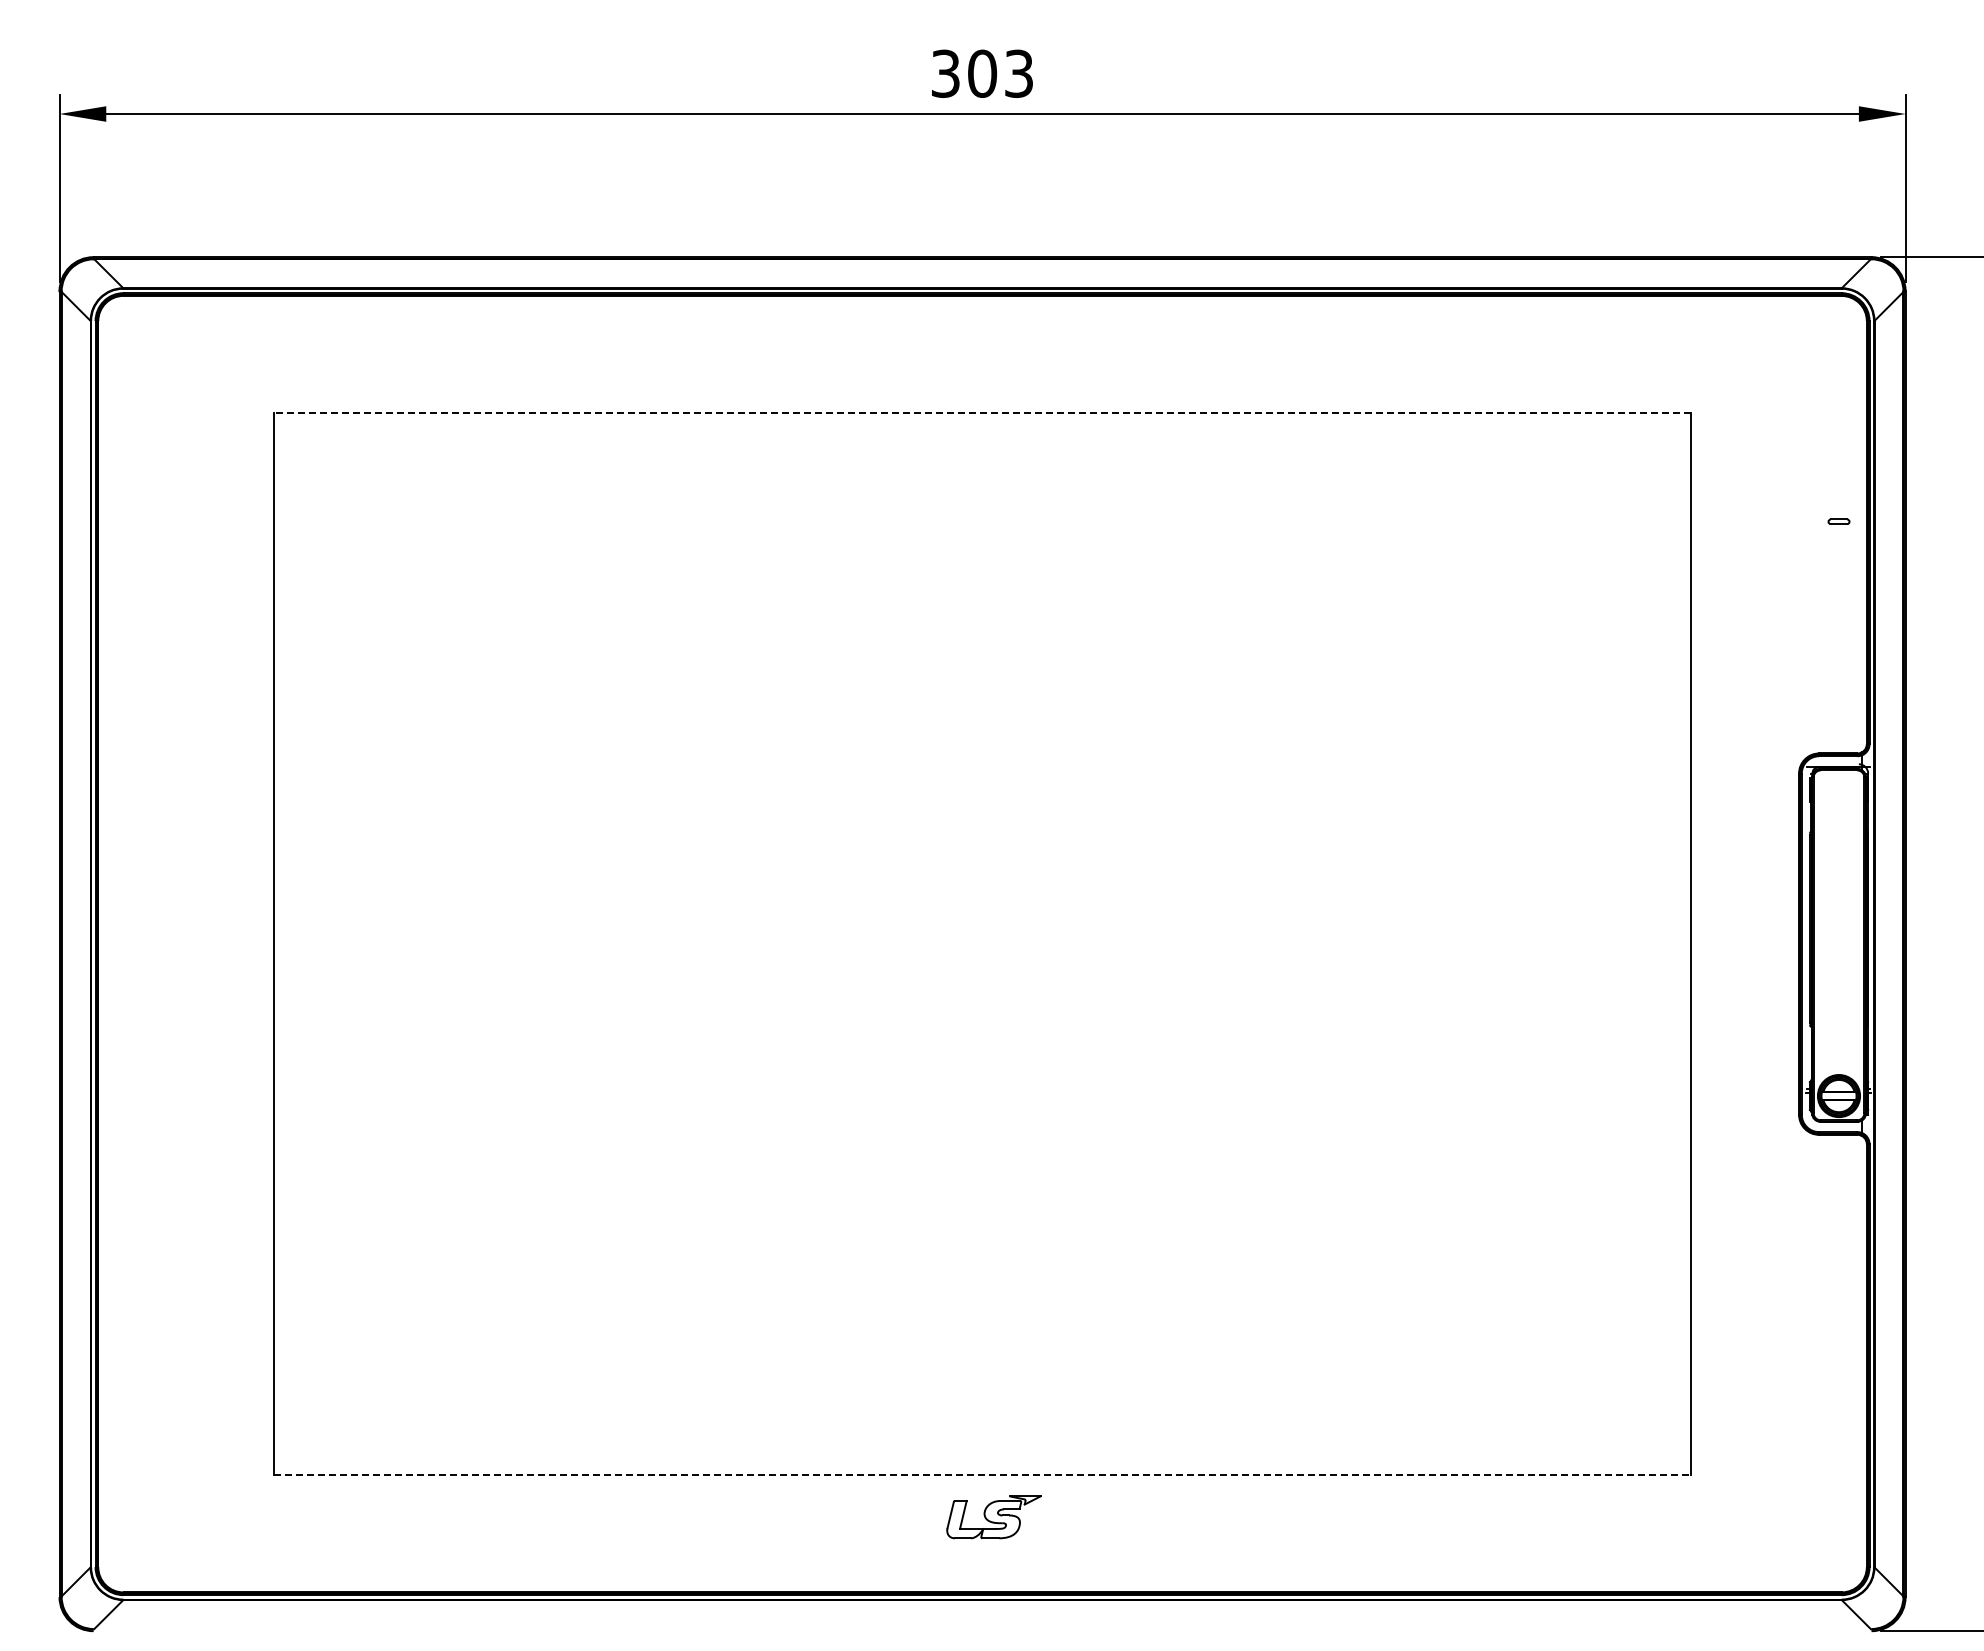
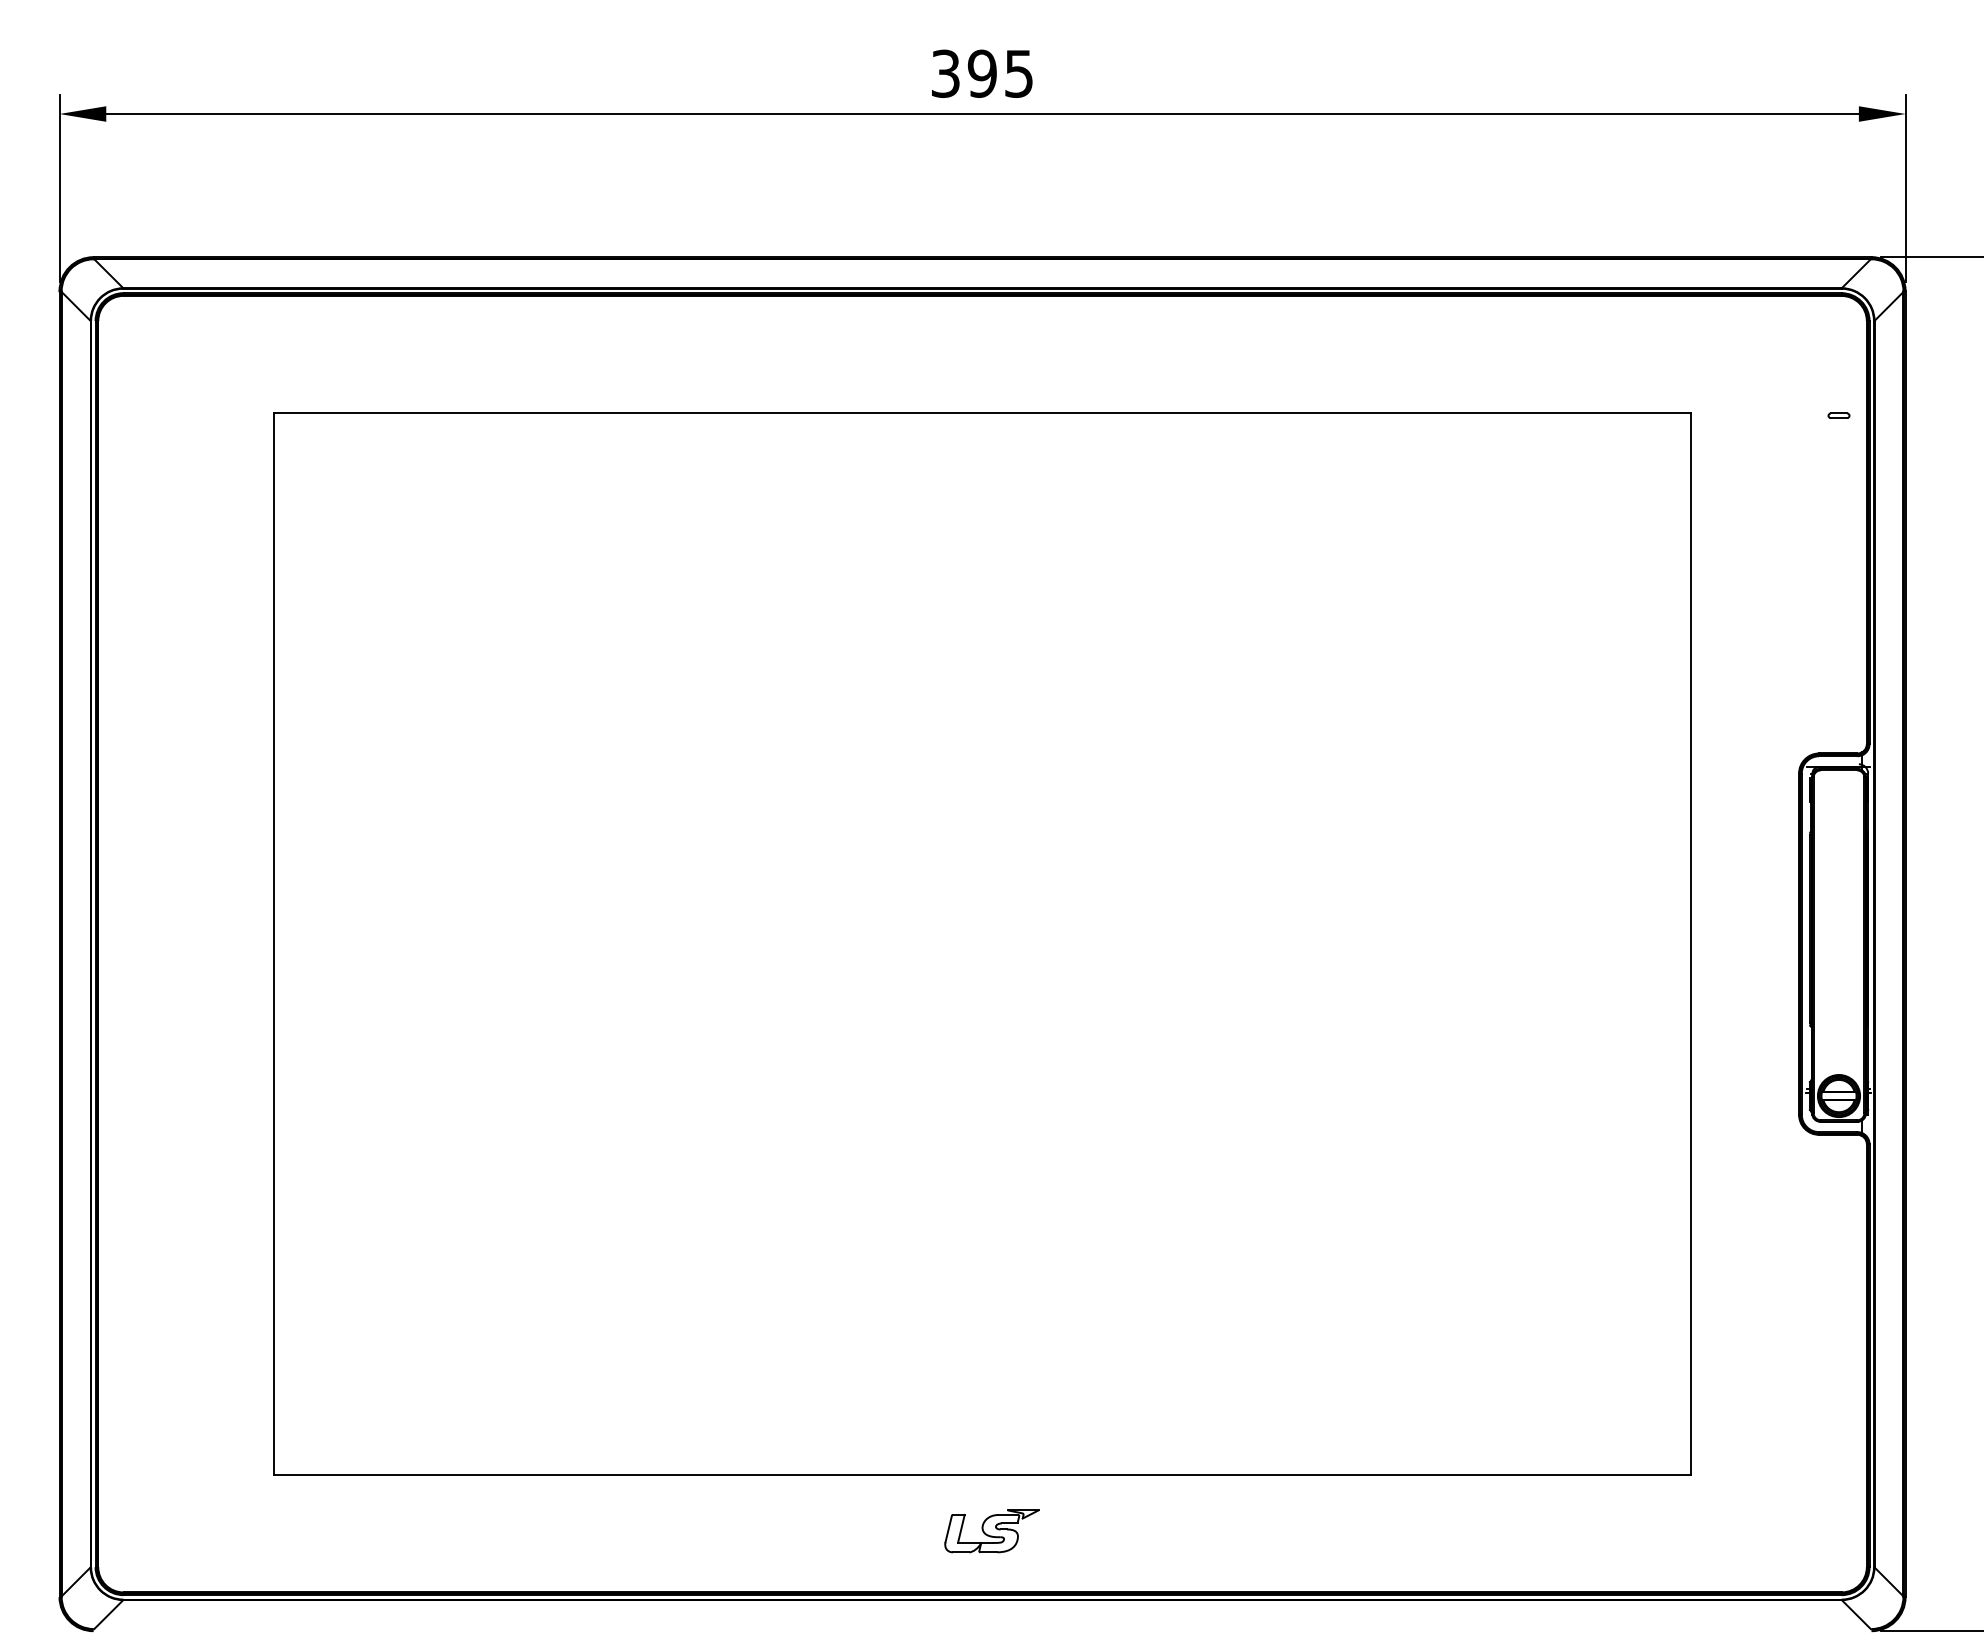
text at (999, 73): 303 -> 395
line at (982, 413): dashed -> solid
part at (1838, 521) position: (1838, 521) -> (1838, 415)
line at (983, 1474): dashed -> solid
part at (993, 1517) position: (993, 1517) -> (991, 1531)
